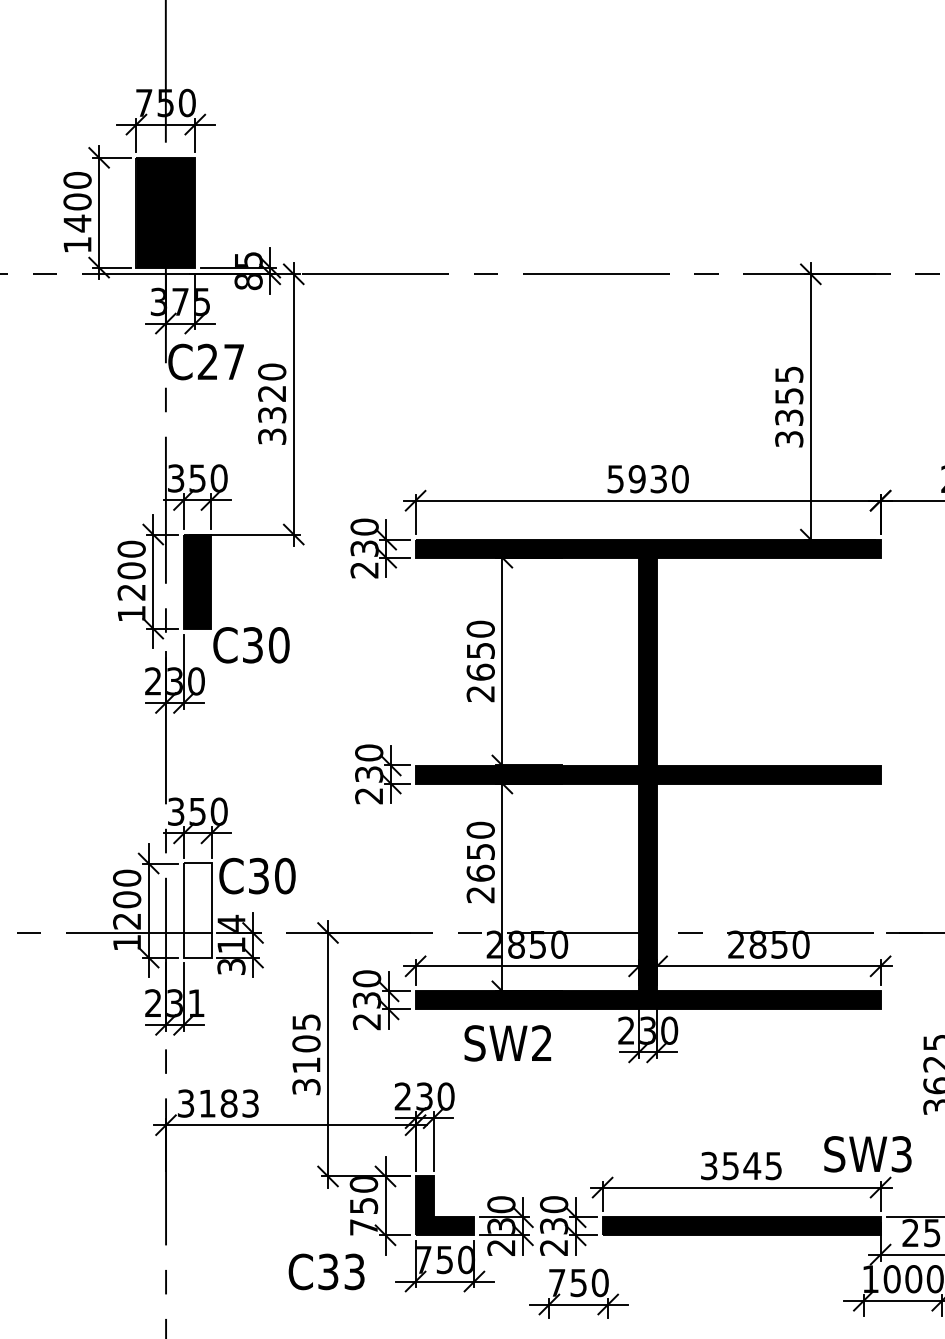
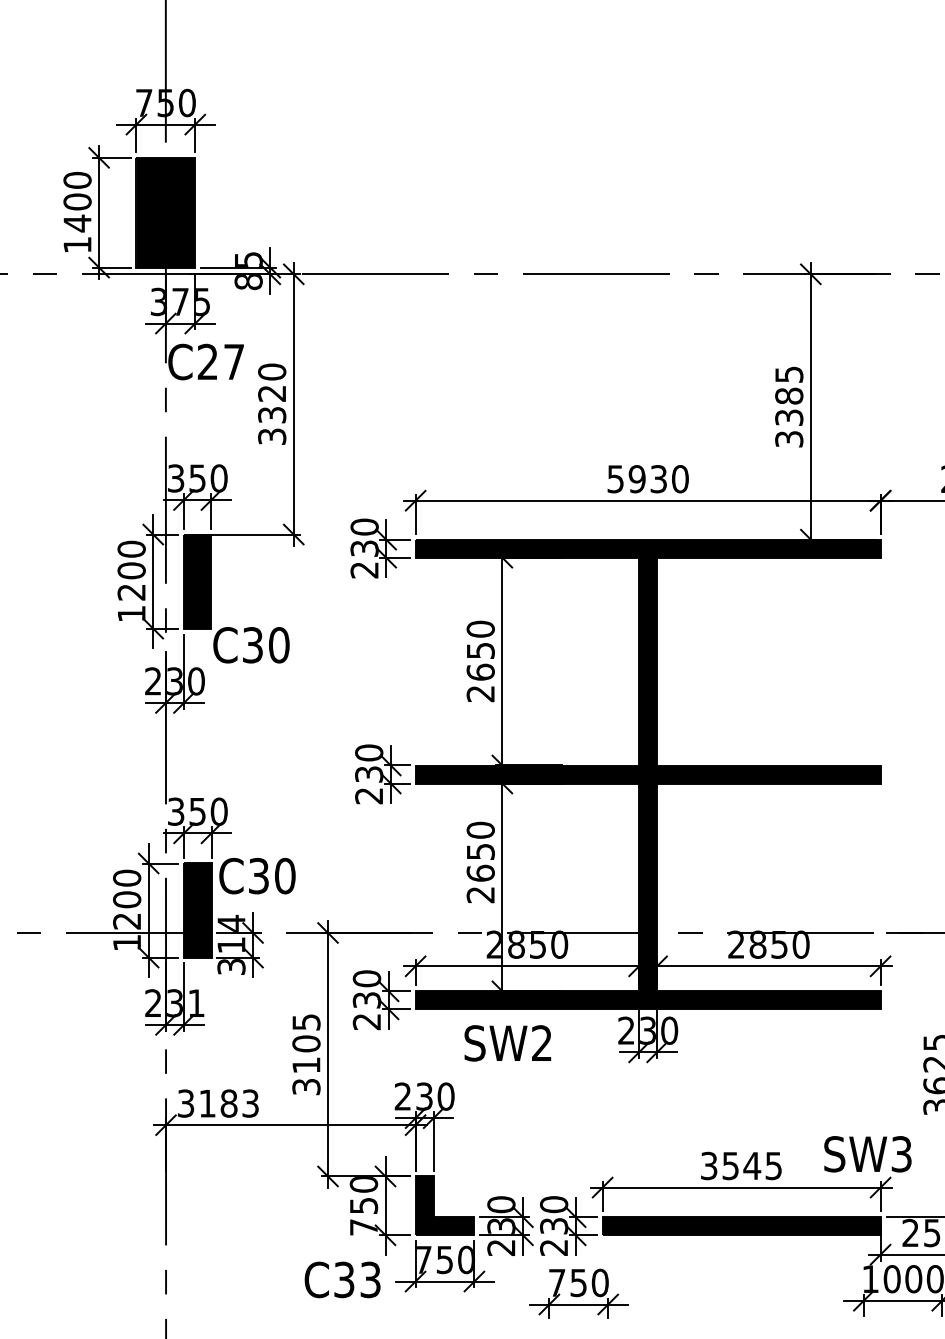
text at (789, 395): 3355 -> 3385
fill at (197, 910): none -> present
text at (326, 1271) position: (326, 1271) -> (342, 1279)
